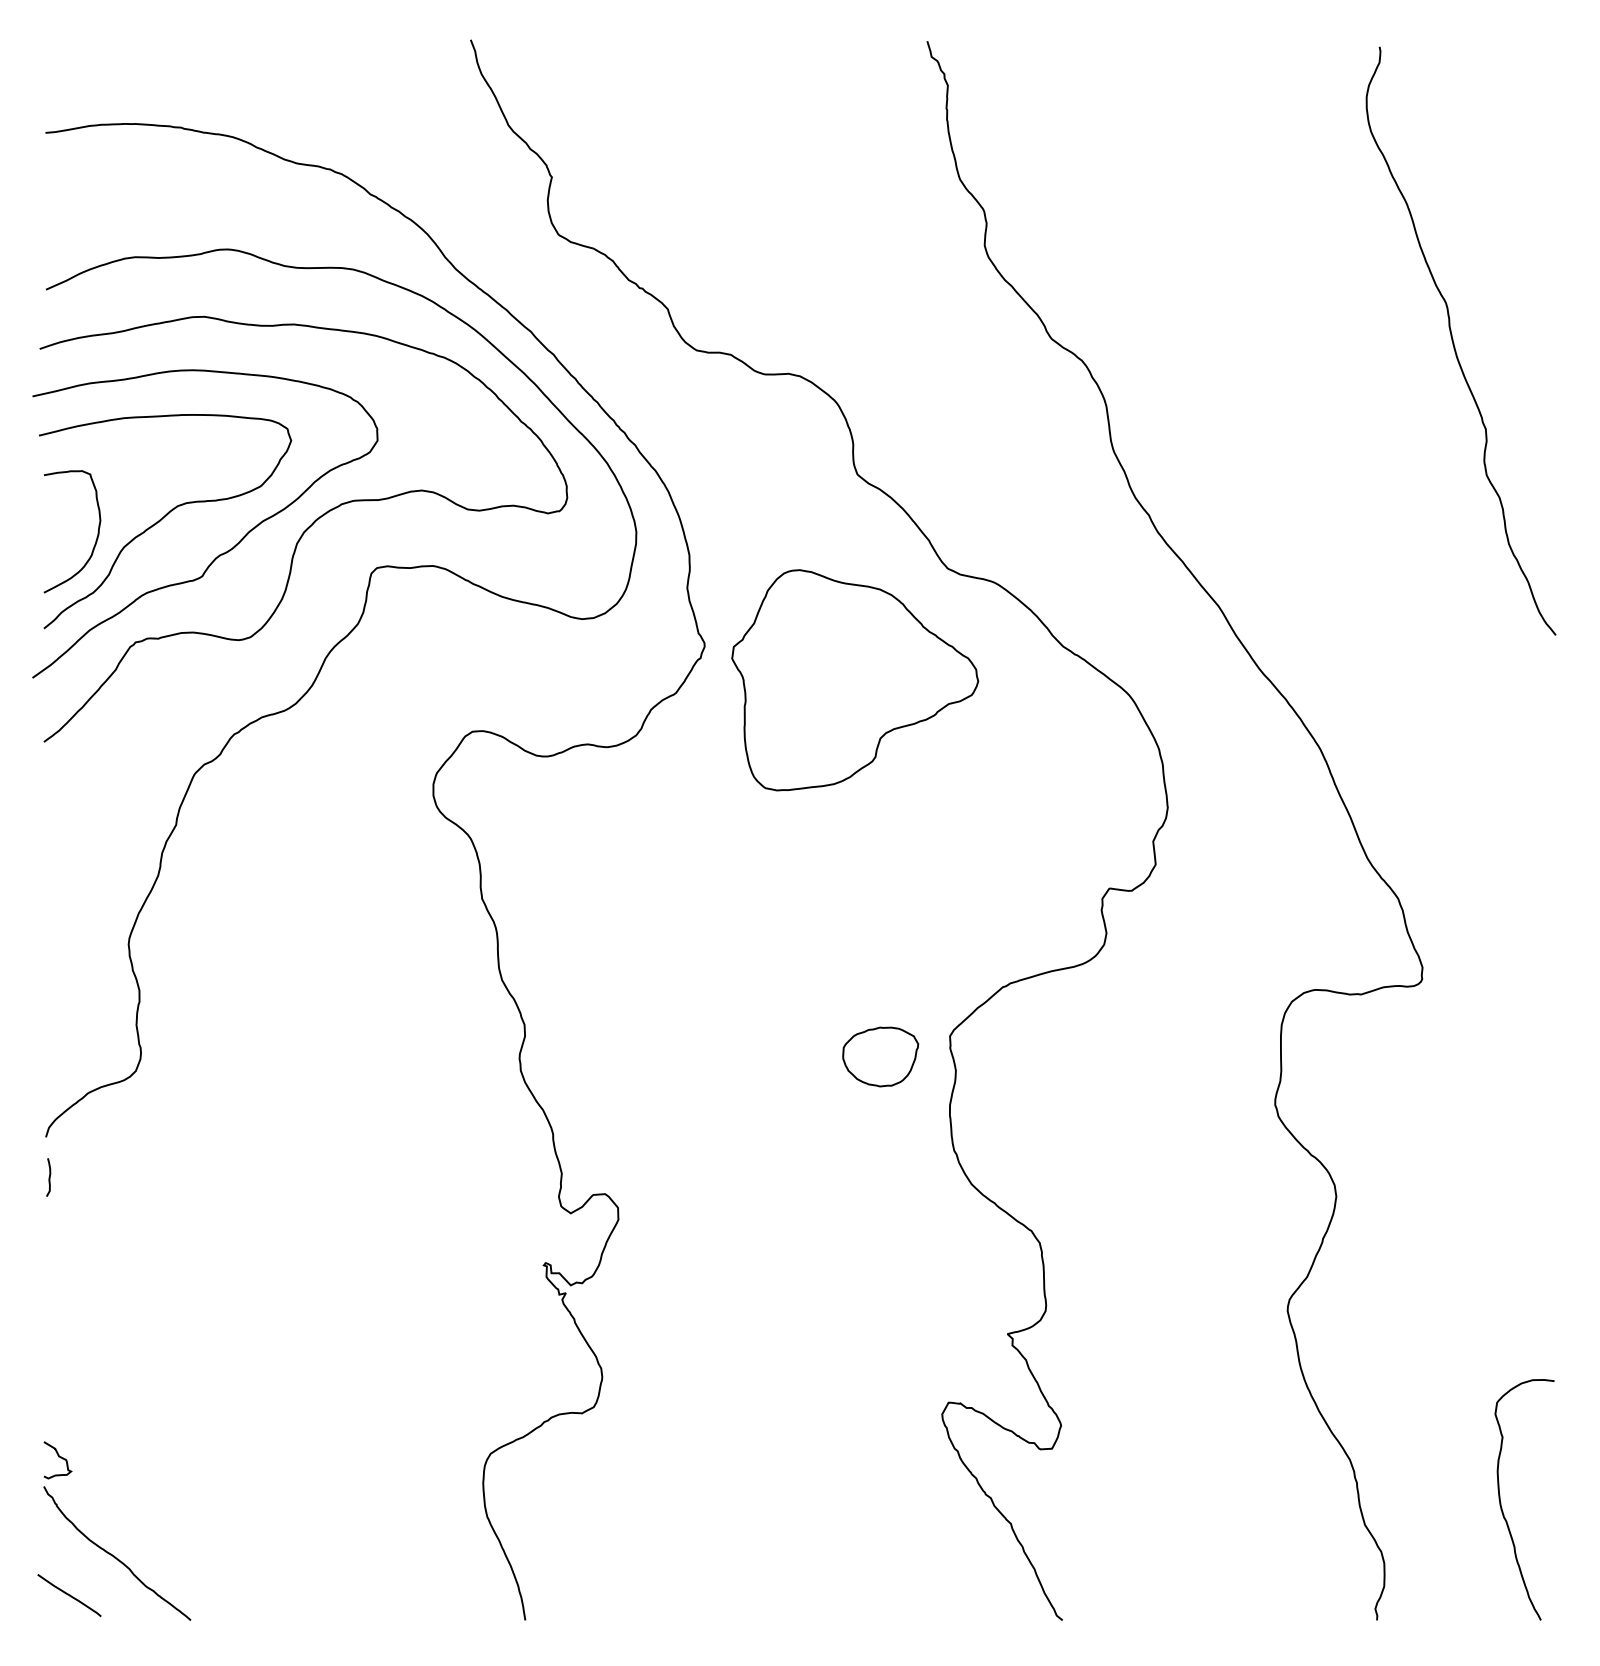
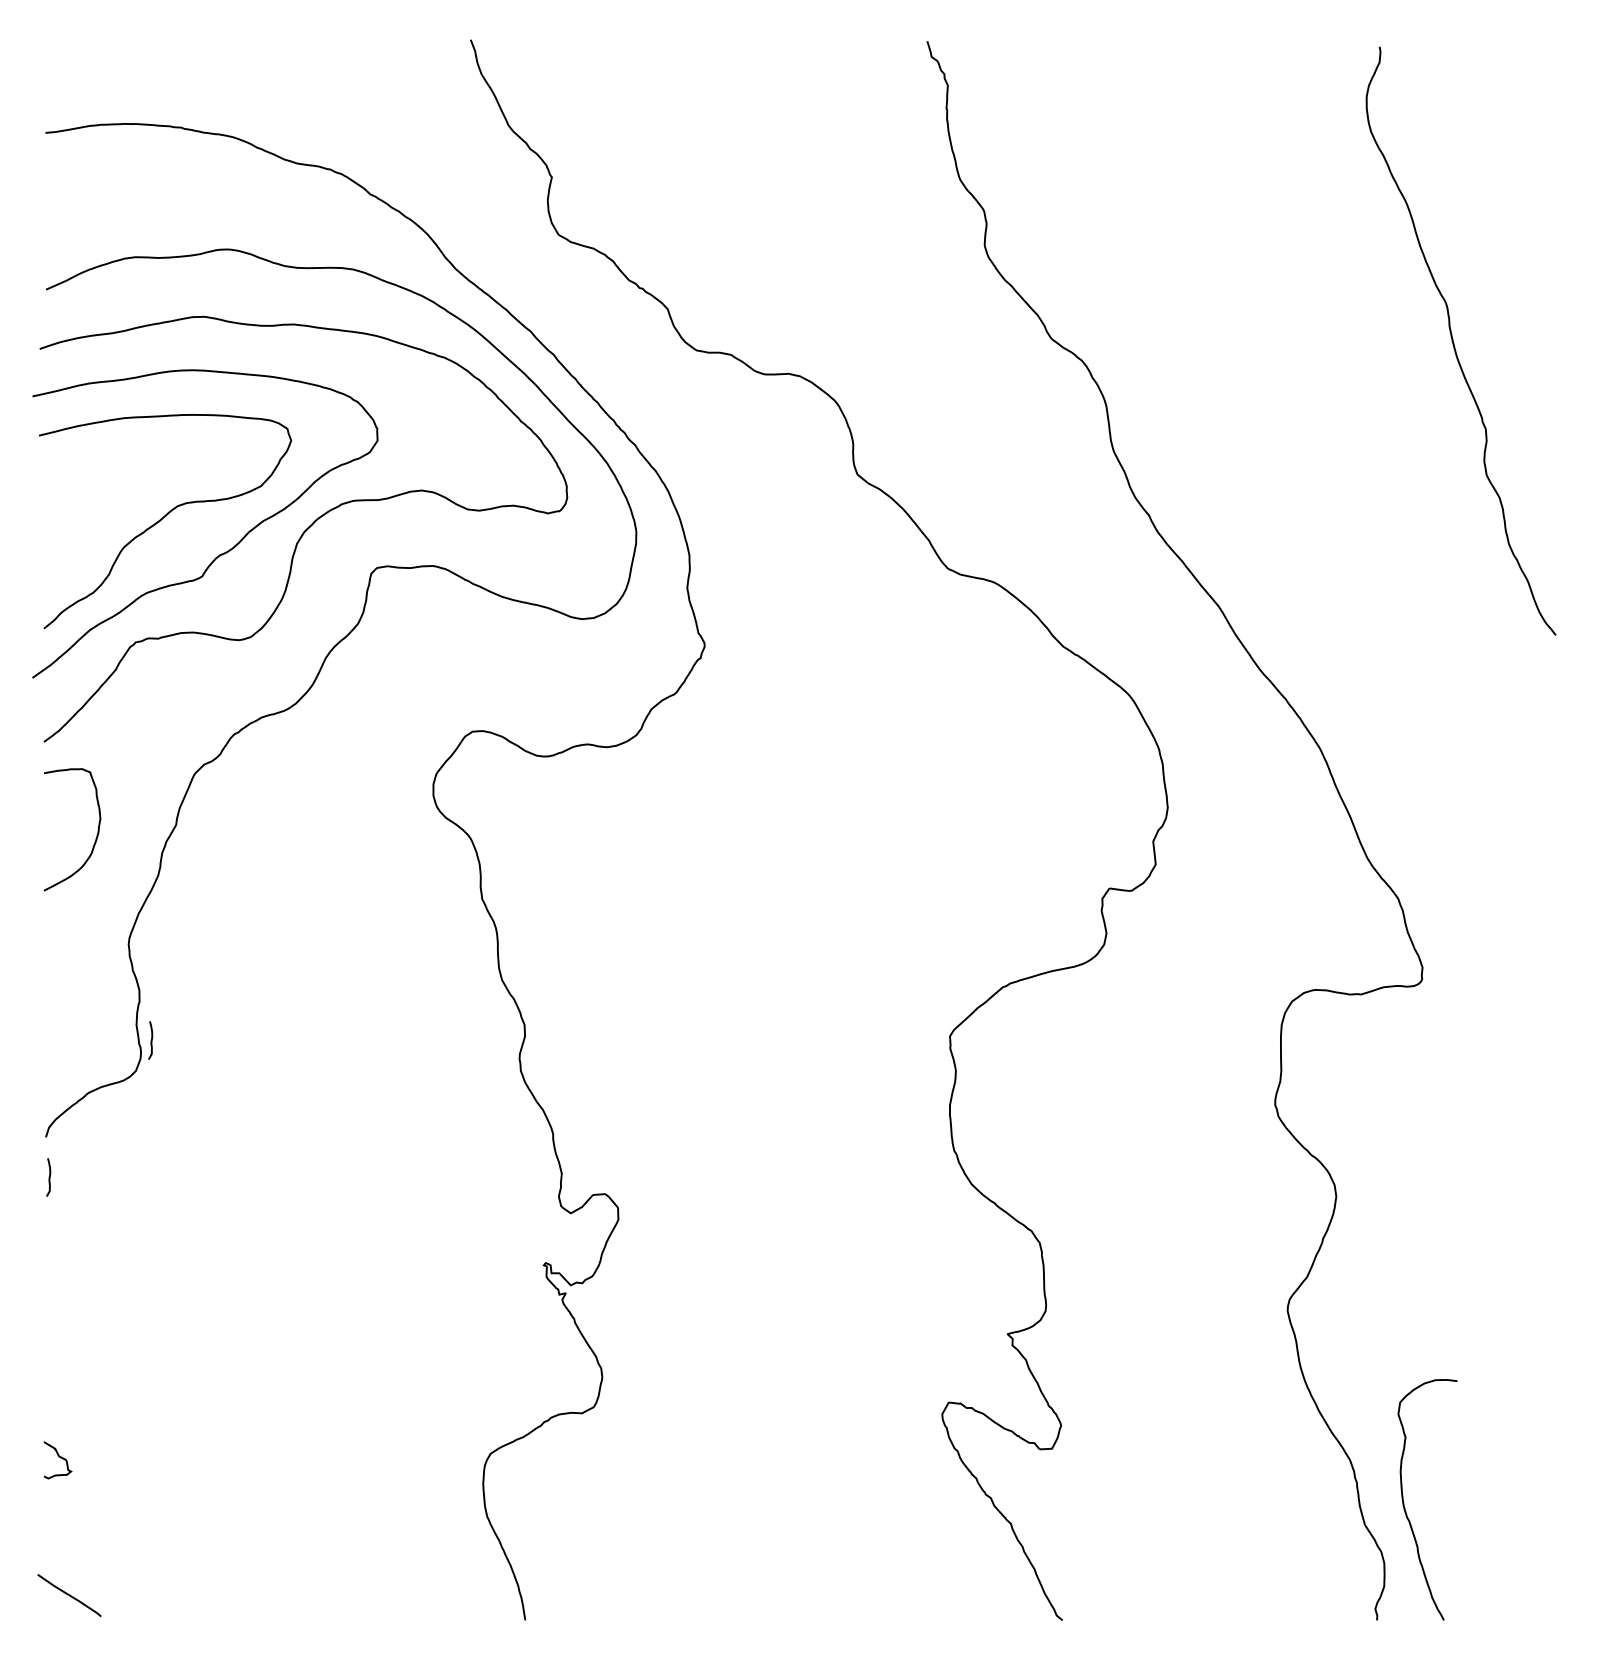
curve at (95, 540) position: (95, 540) -> (95, 838)
part at (855, 680): present -> none
curve at (150, 1040): none -> present
part at (880, 1056): present -> none
curve at (1501, 1502) position: (1501, 1502) -> (1404, 1502)
curve at (114, 1555): present -> none
